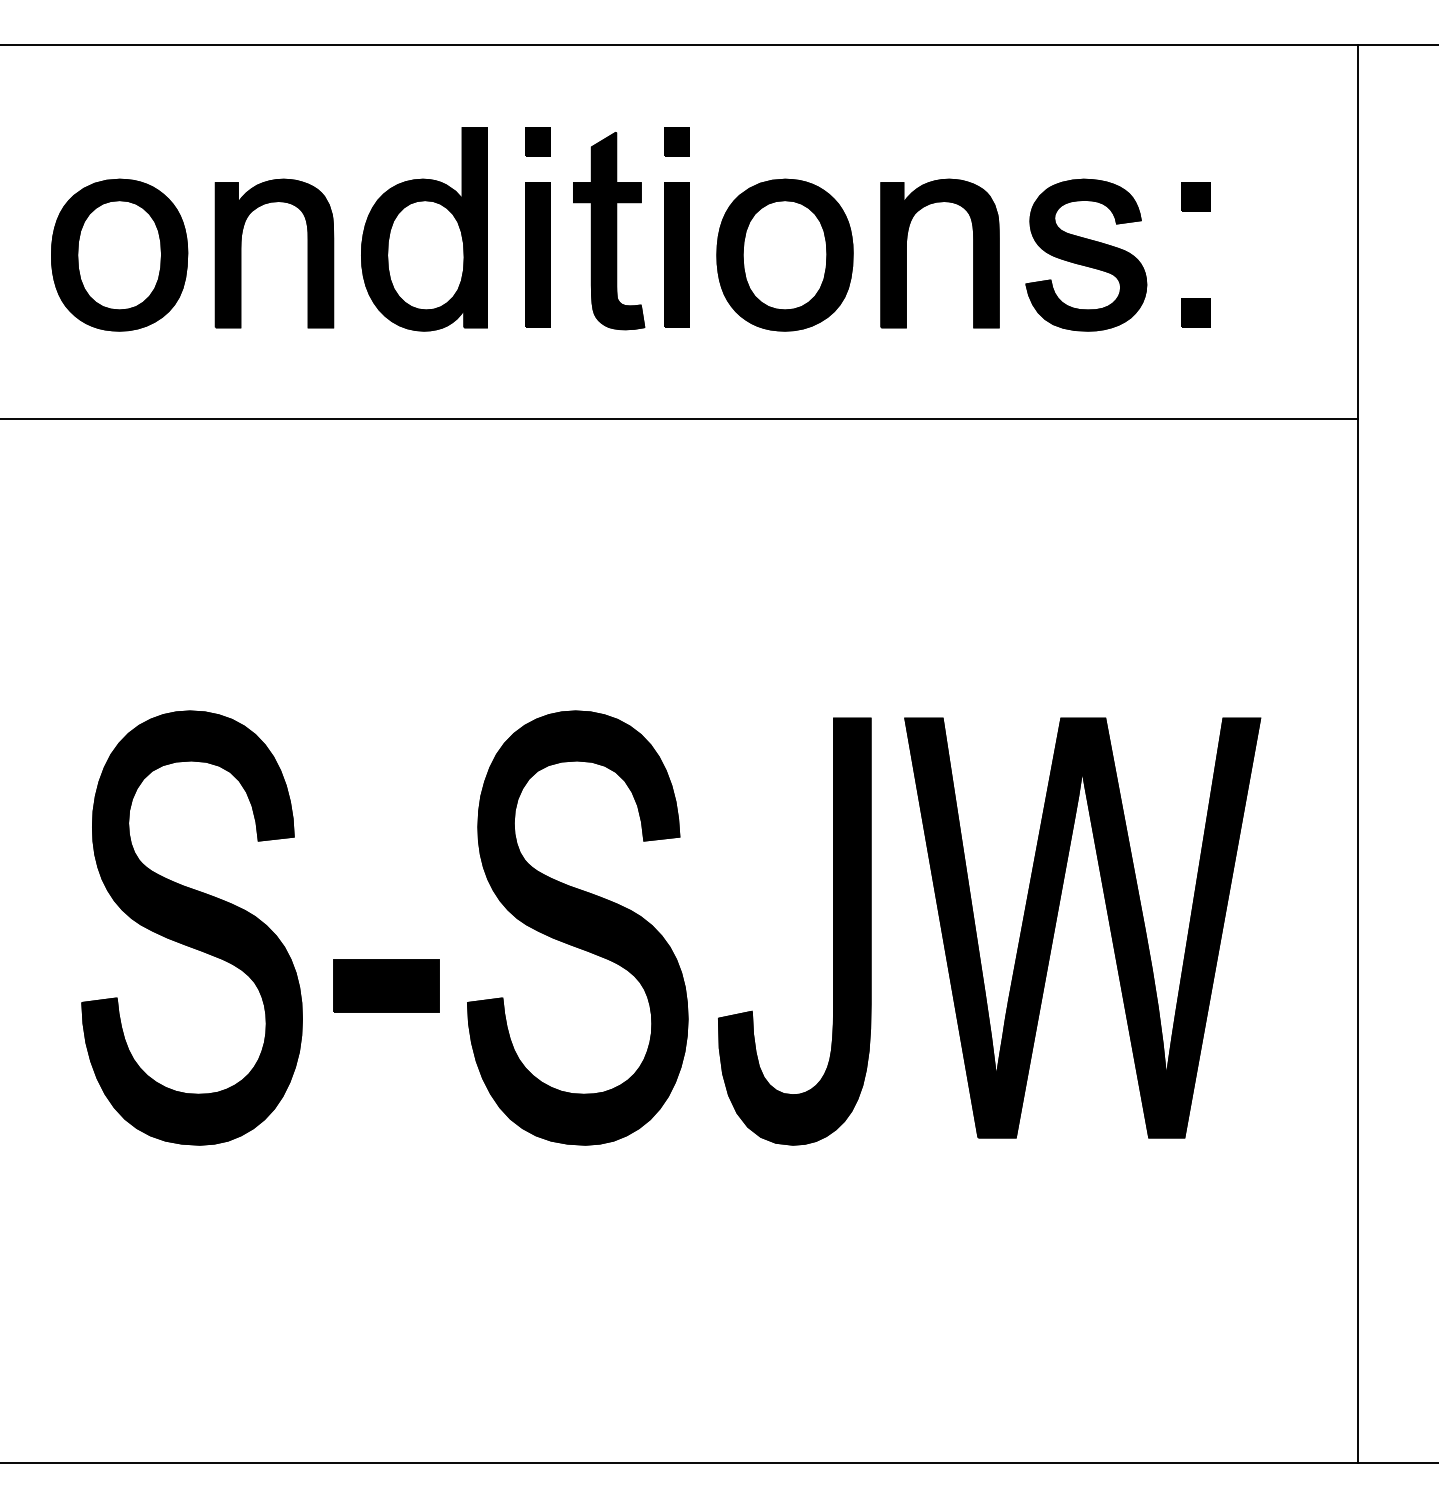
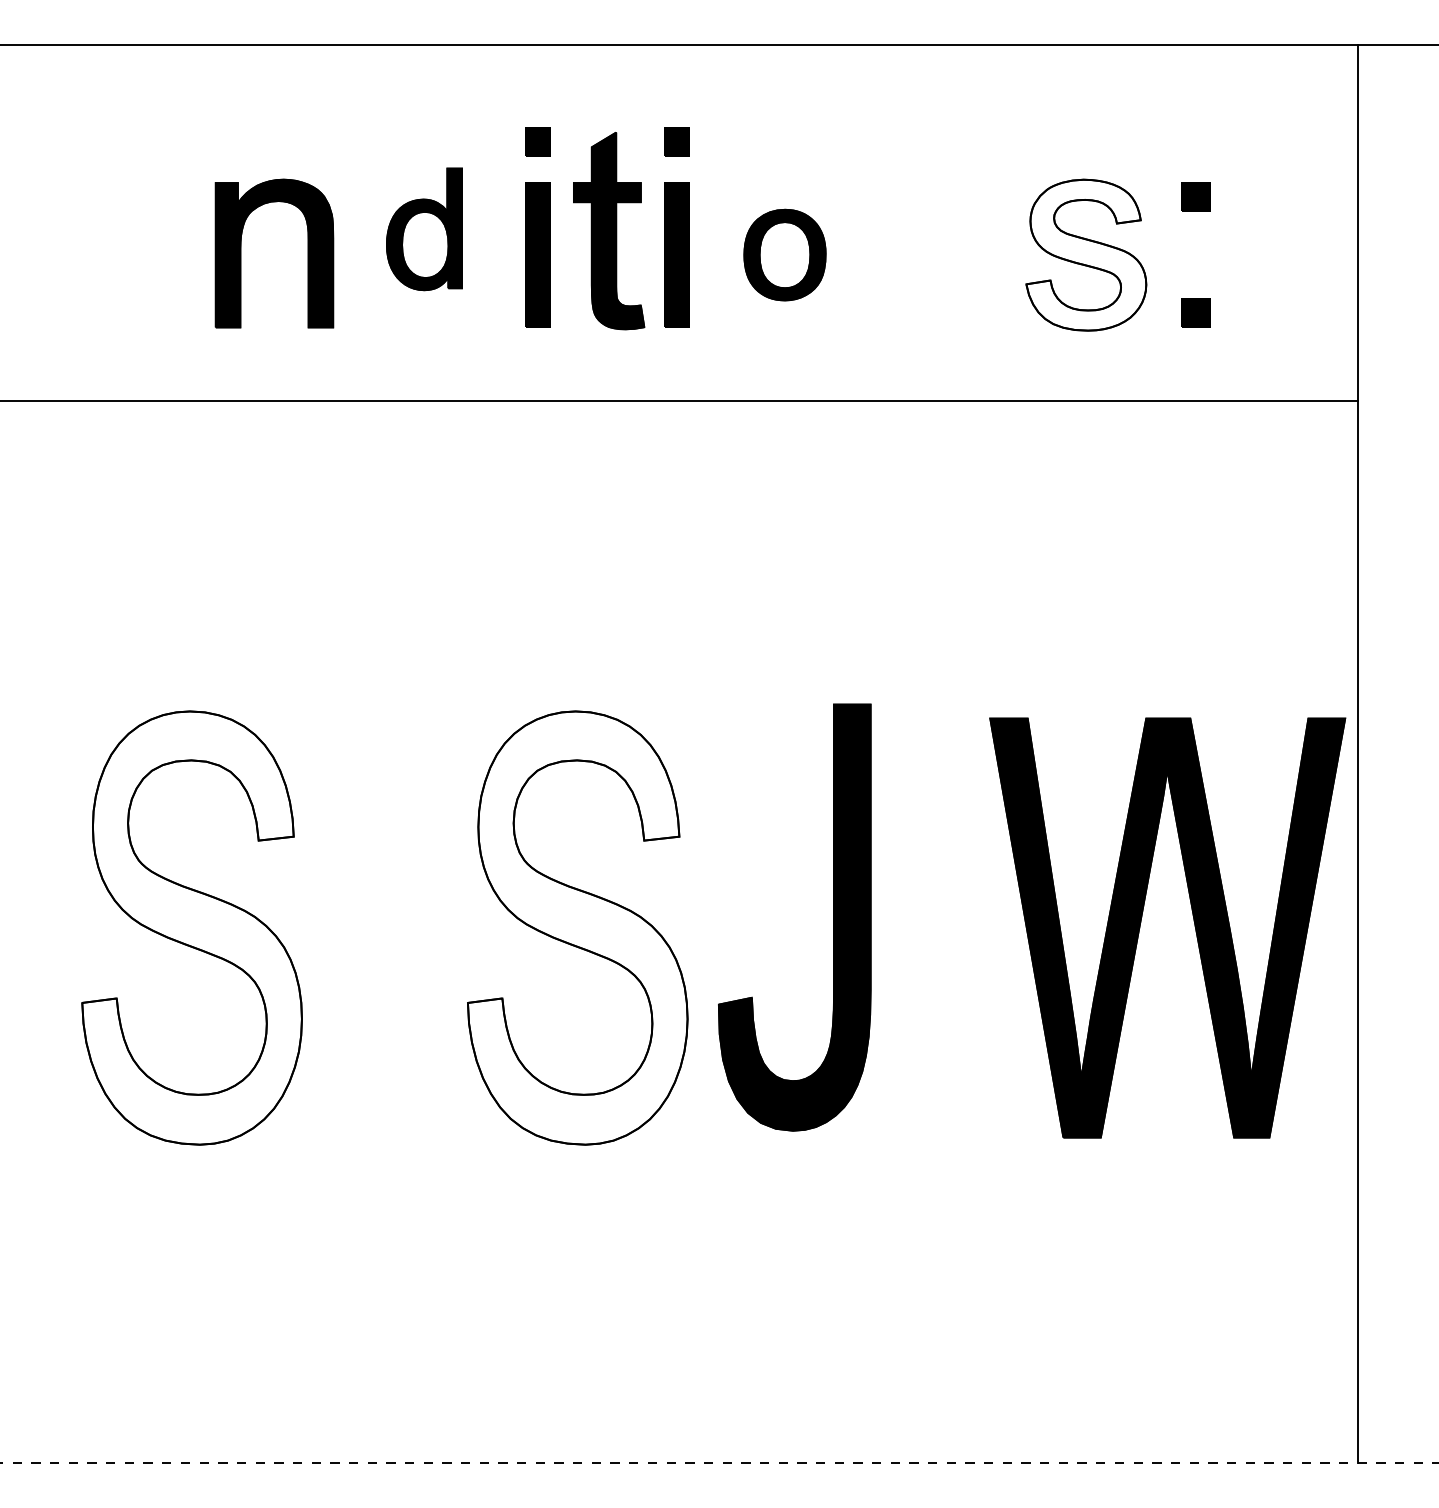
part at (424, 229) size: 127x205 px -> 77x125 px
part at (906, 253): present -> none
part at (119, 254): present -> none
part at (784, 254) size: 138x154 px -> 84x94 px
fill at (1086, 254): present -> none
line at (679, 418) position: (679, 418) -> (679, 400)
part at (1056, 922) position: (1056, 922) -> (1141, 922)
fill at (191, 927): present -> none
fill at (577, 927): present -> none
part at (833, 931) position: (833, 931) -> (833, 917)
part at (386, 985): present -> none
line at (719, 1462): solid -> dashed
